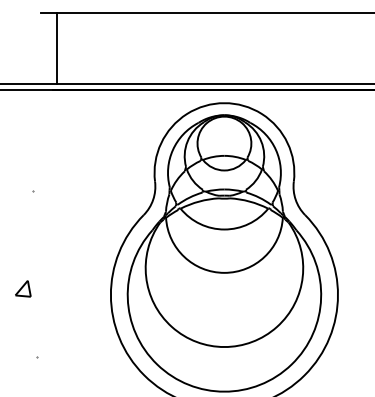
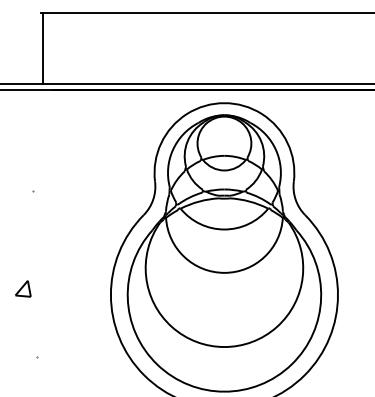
line at (56, 48) position: (56, 48) -> (42, 48)
